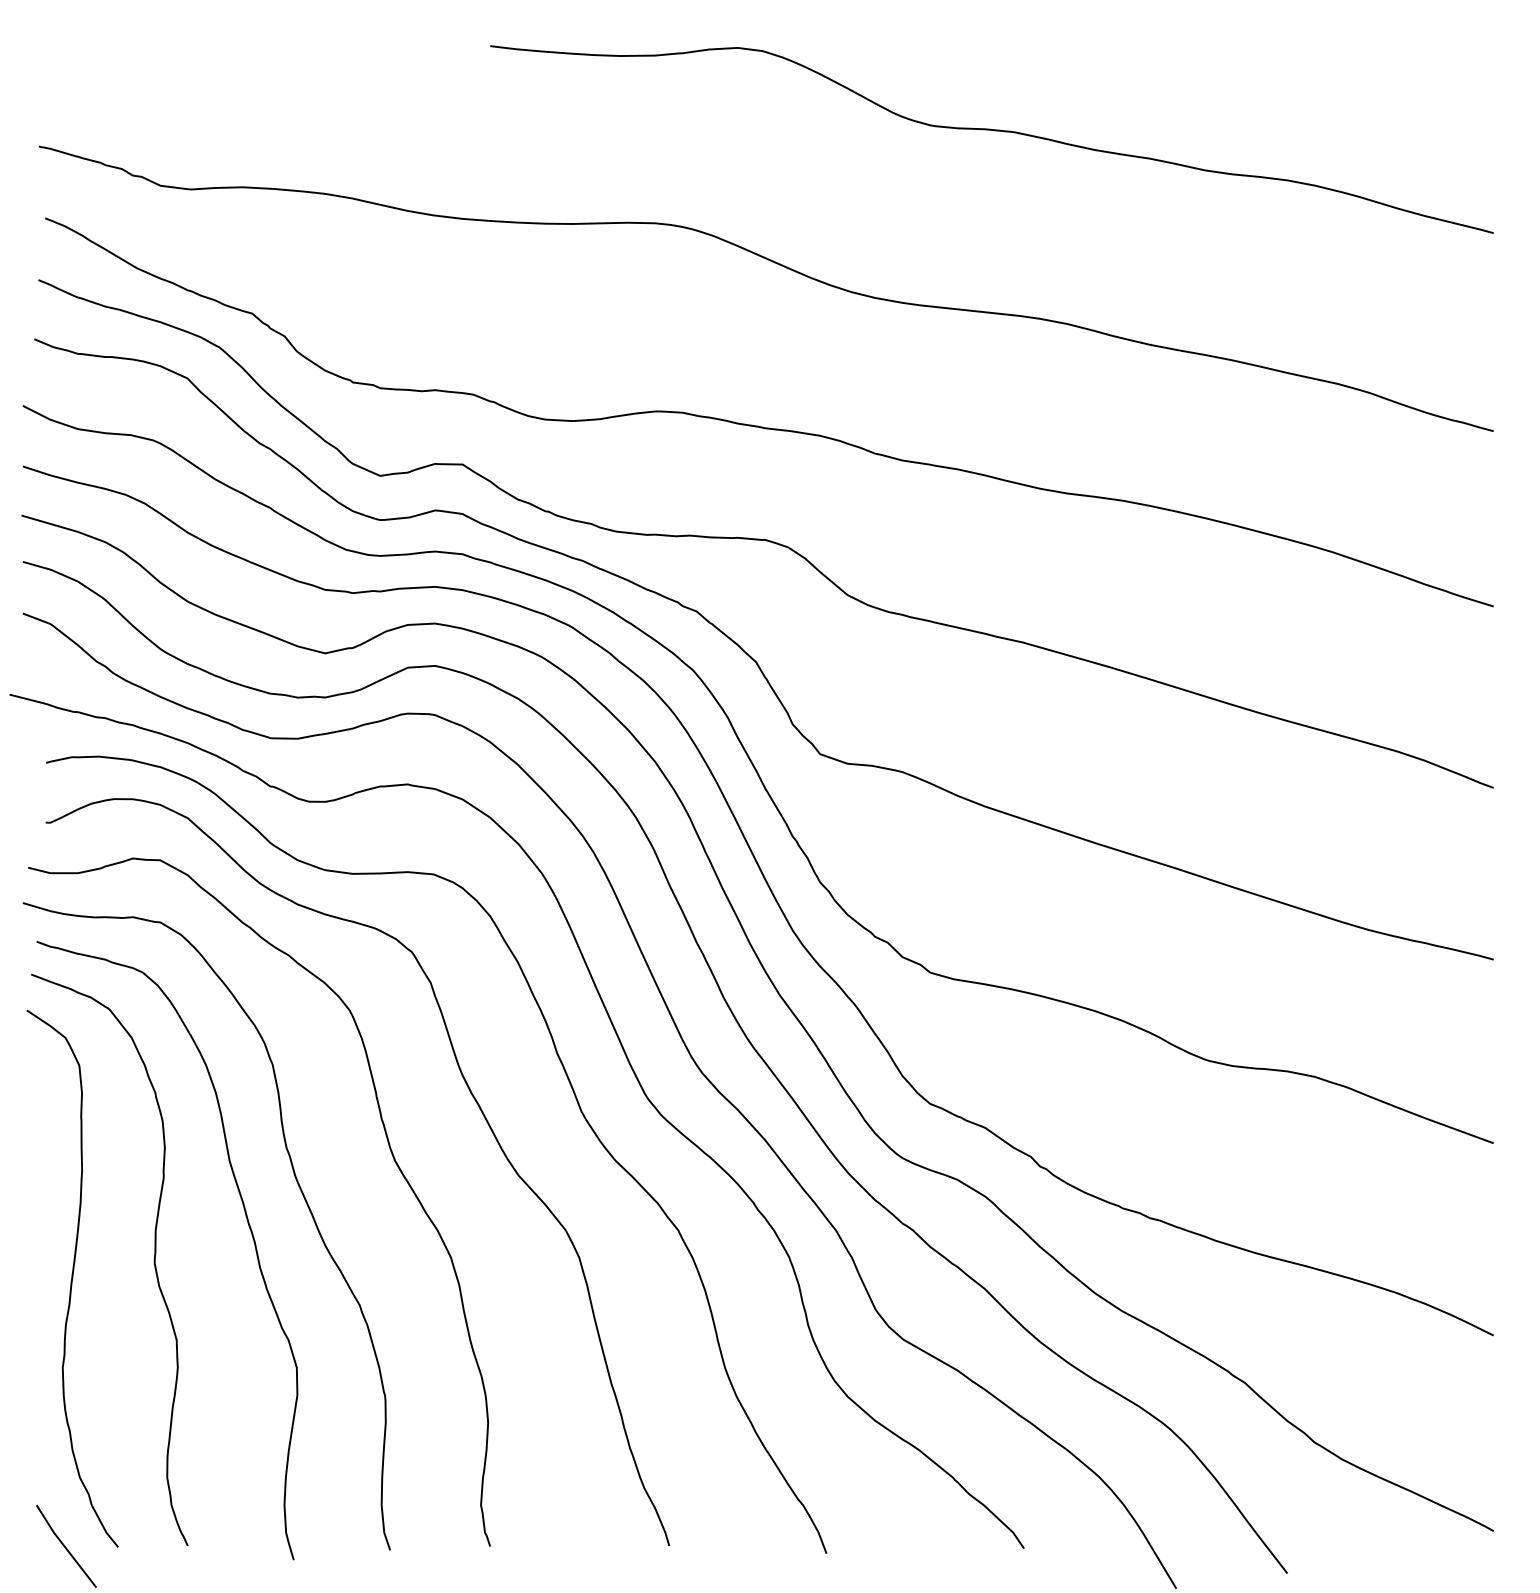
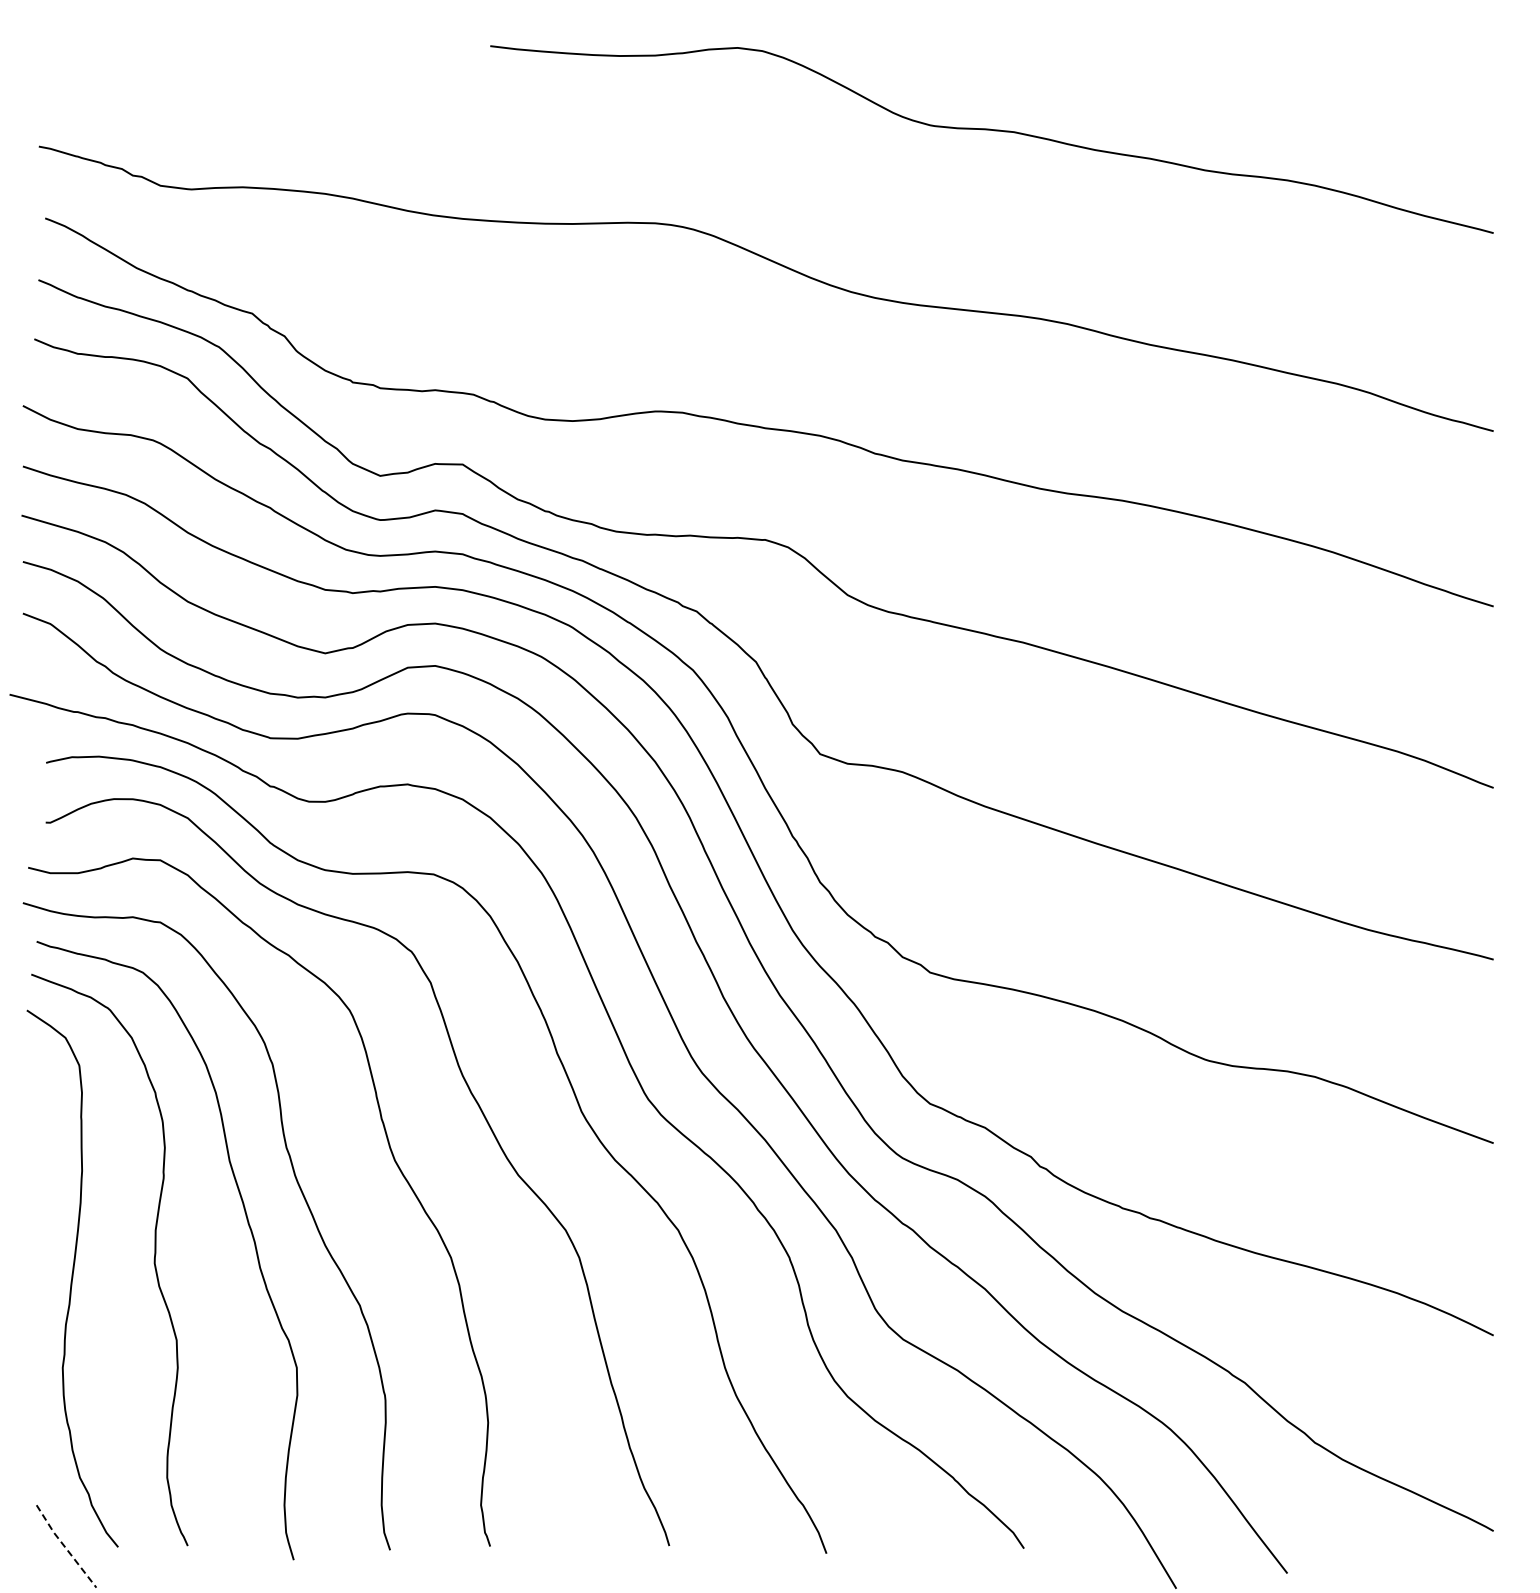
line at (64, 1546): solid -> dashed
